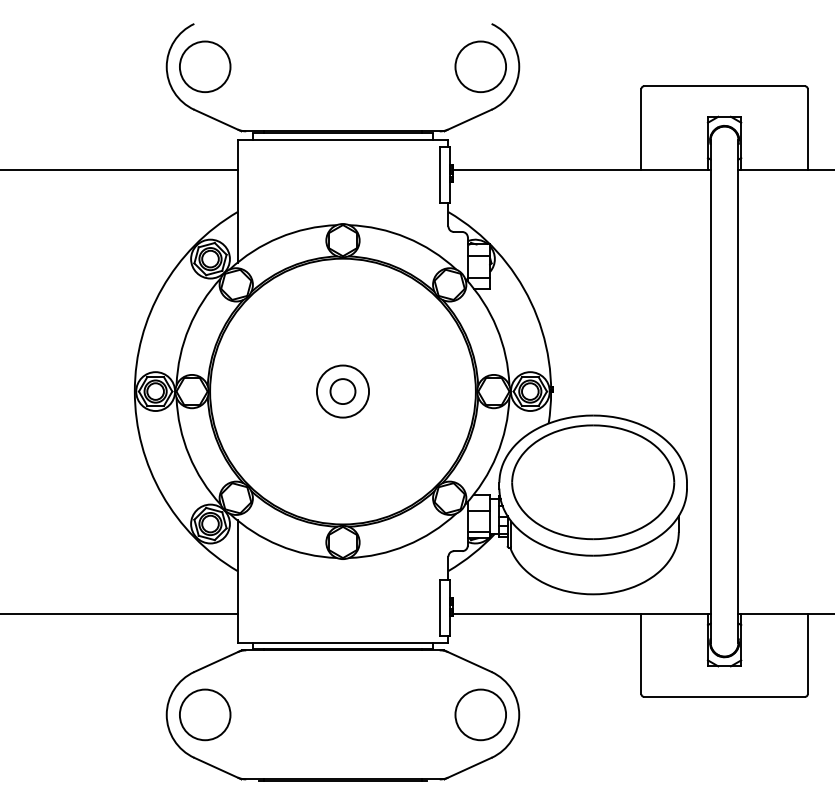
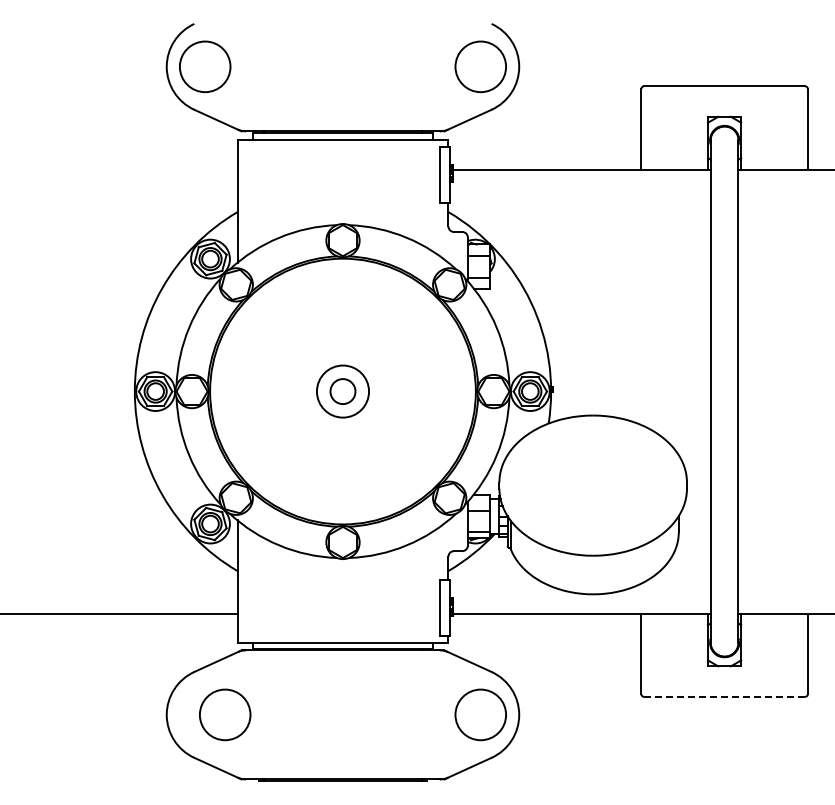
line at (119, 169): present -> none
part at (593, 482): present -> none
line at (725, 696): solid -> dashed
circle at (205, 714) position: (205, 714) -> (225, 714)
